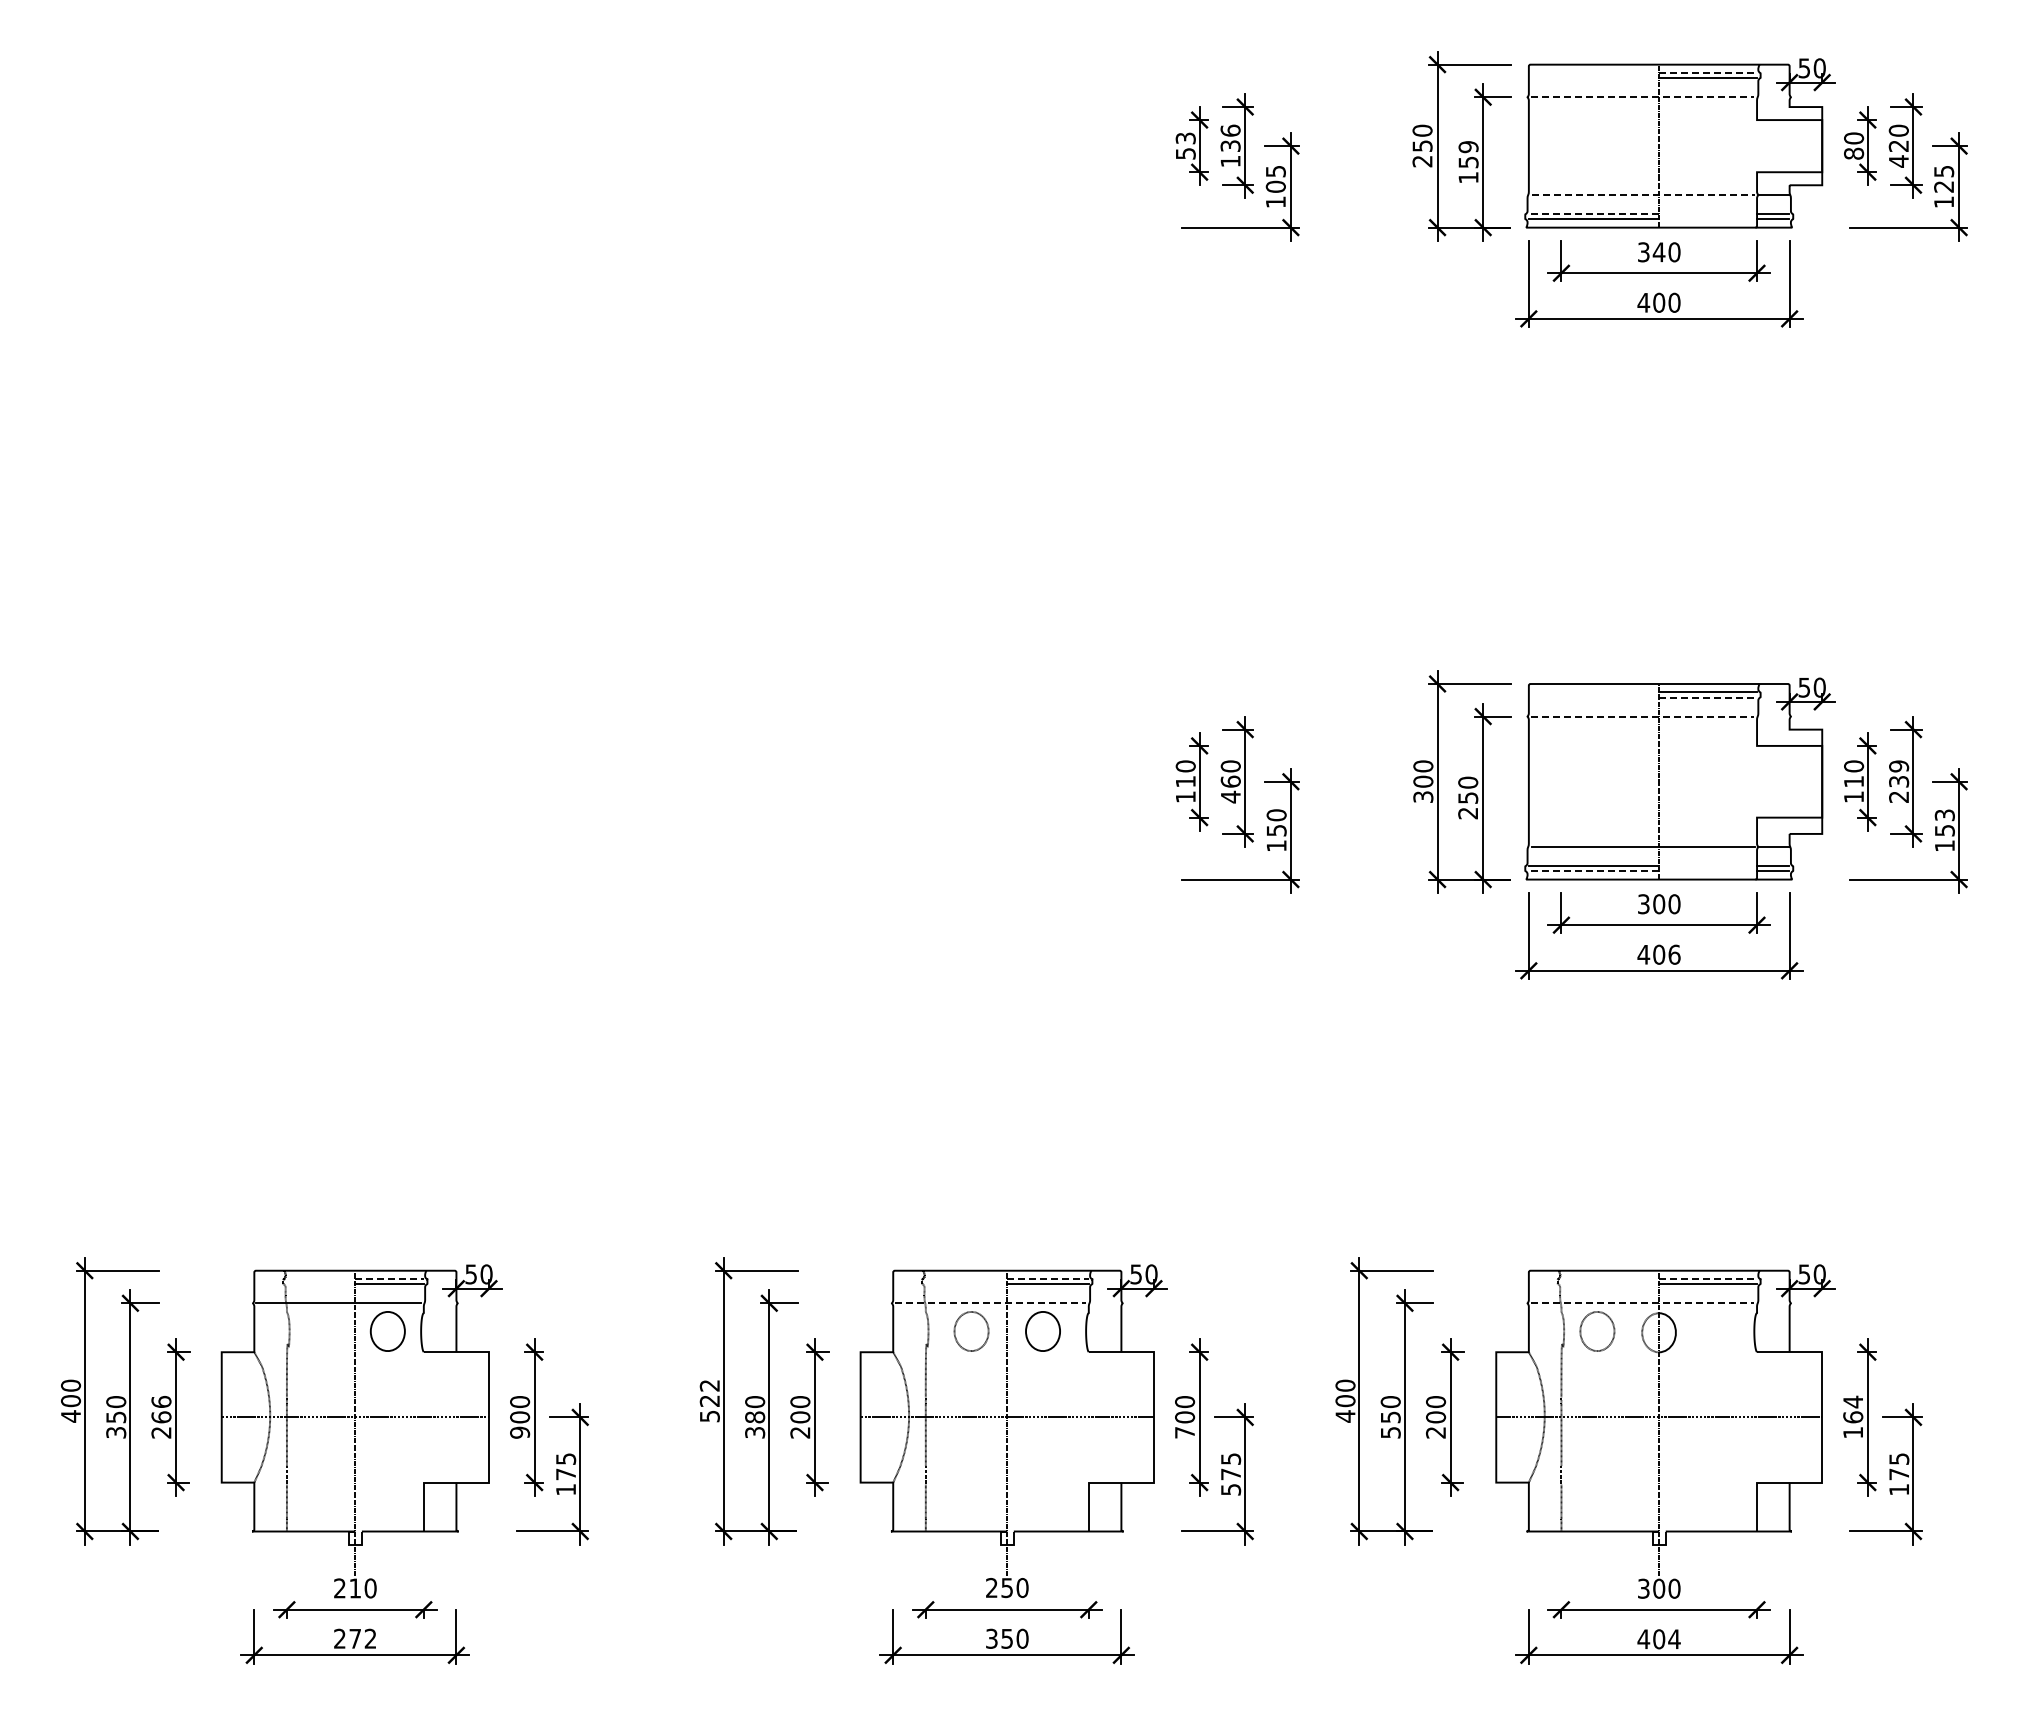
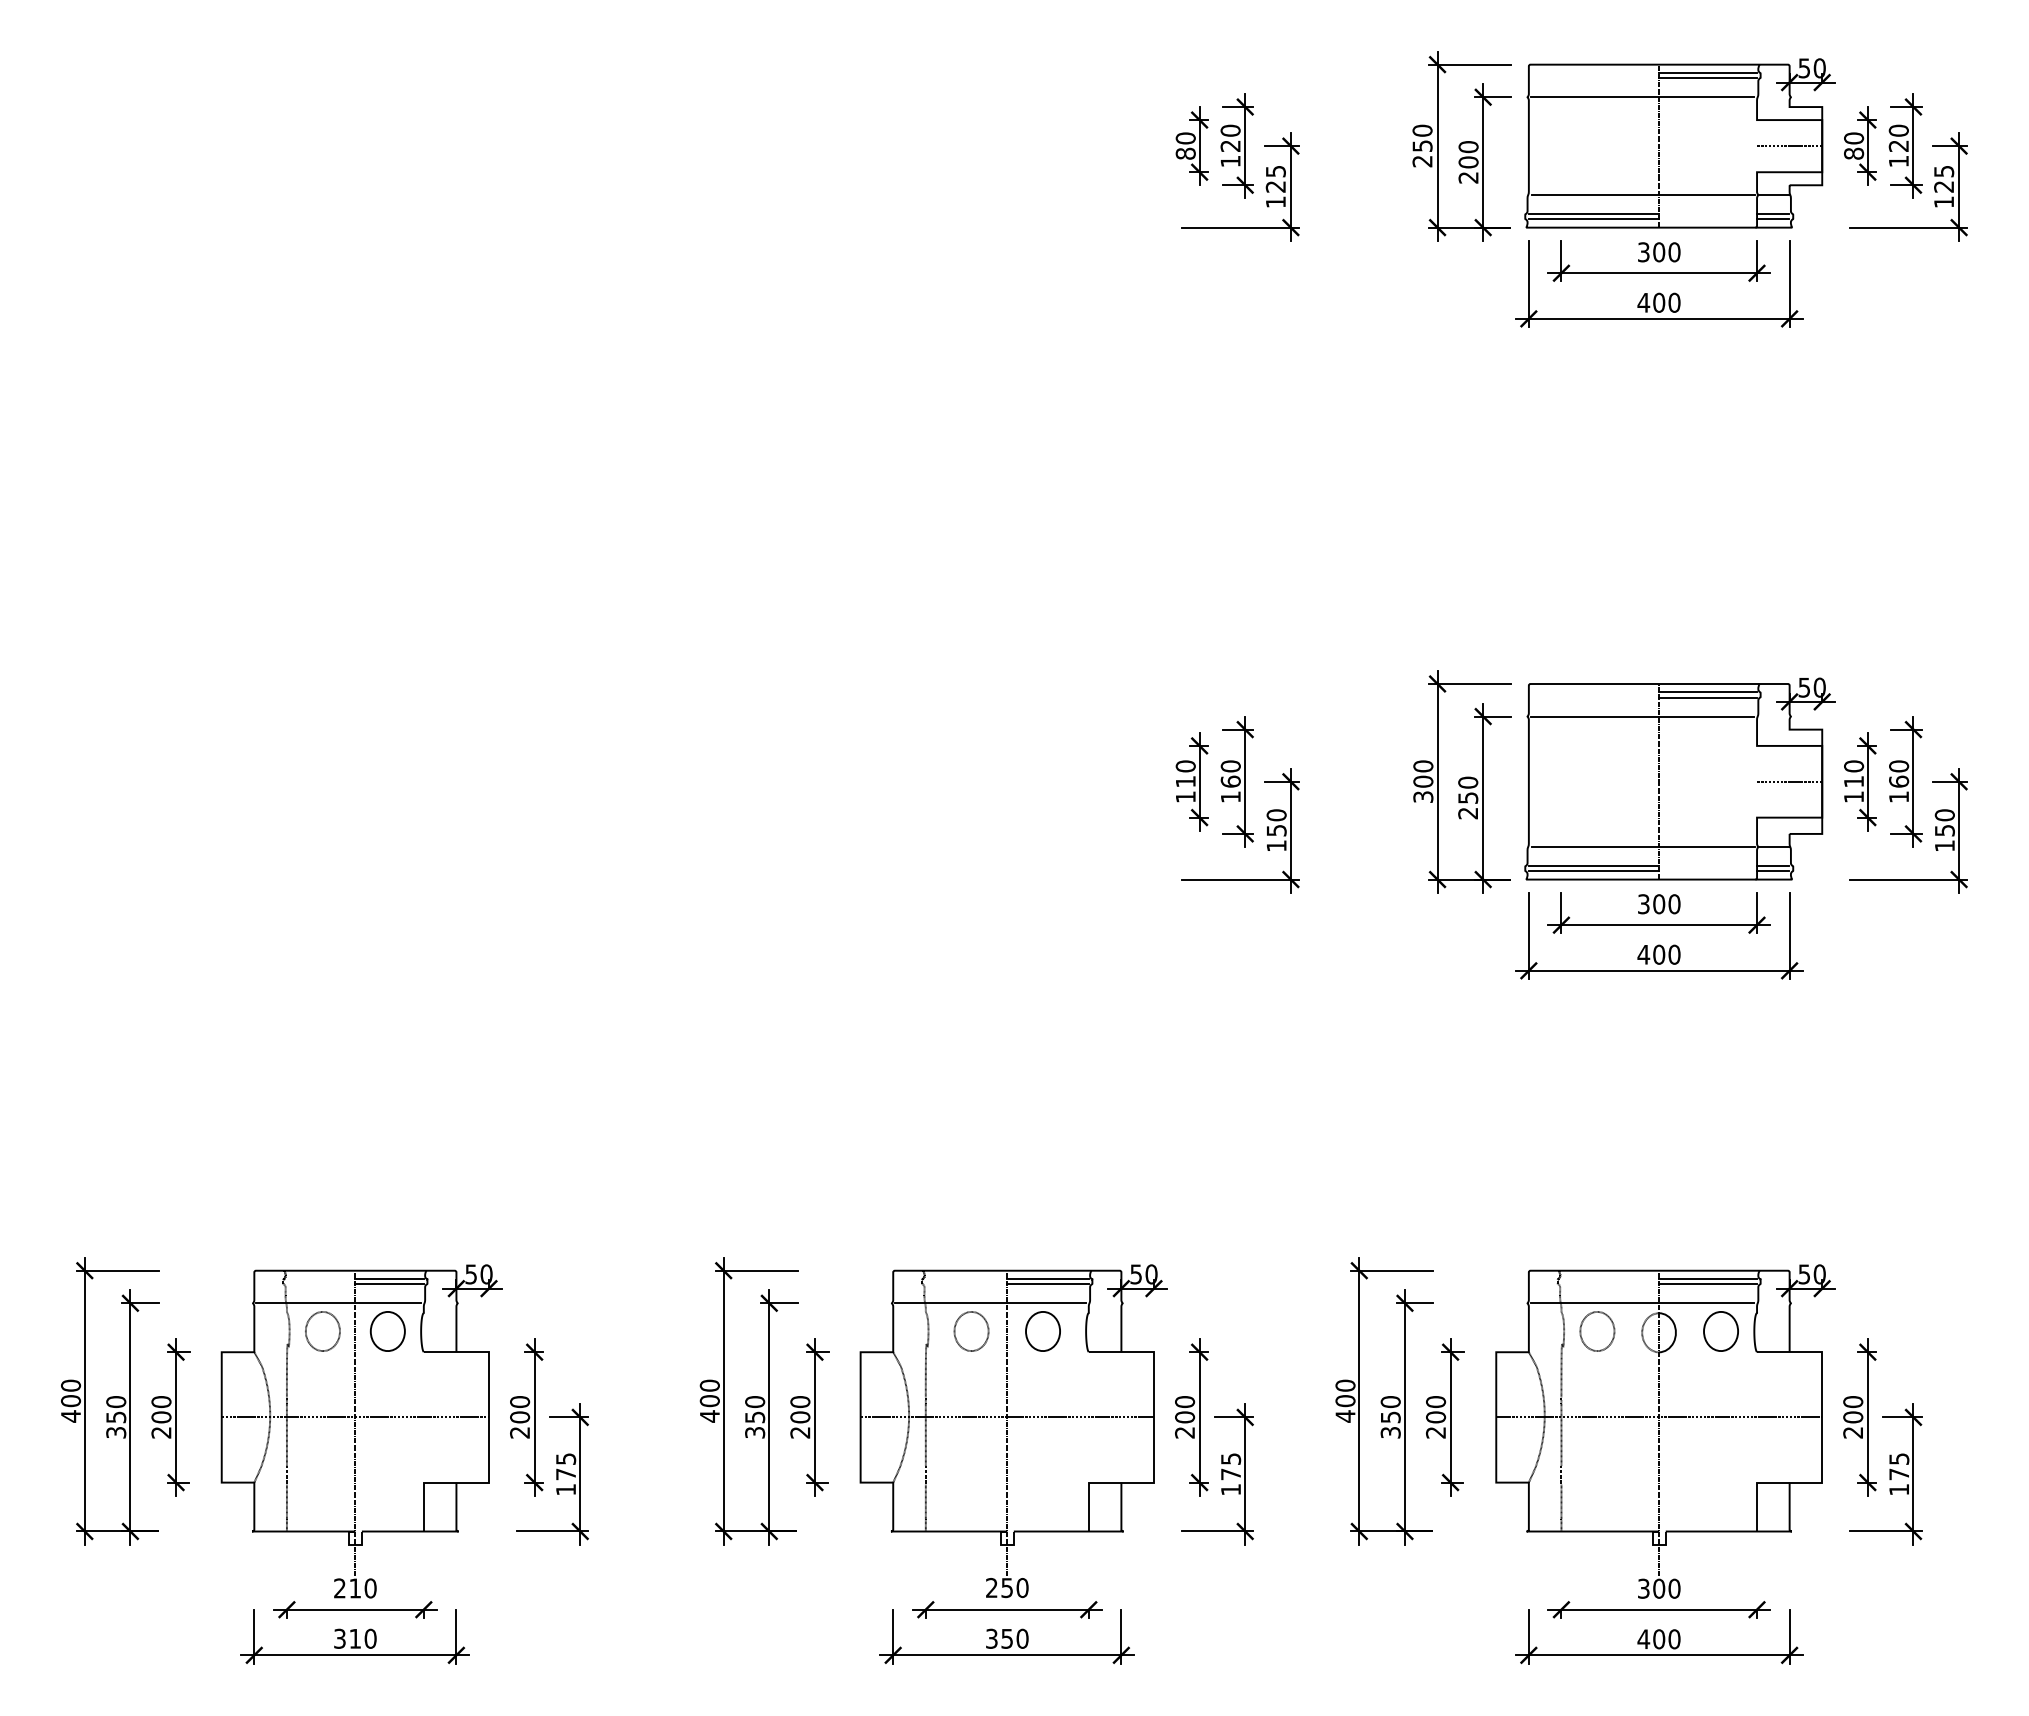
line at (1708, 72): dashed -> solid
line at (1642, 97): dashed -> solid
text at (1230, 137): 136 -> 120
text at (1185, 145): 53 -> 80
line at (1789, 146): none -> present
text at (1898, 161): 420 -> 120
text at (1468, 162): 159 -> 200
text at (1275, 186): 105 -> 125
line at (1643, 195): dashed -> solid
line at (1593, 214): dashed -> solid
text at (1658, 252): 340 -> 300
line at (1708, 697): dashed -> solid
line at (1642, 716): dashed -> solid
line at (1789, 781): none -> present
text at (1899, 781): 239 -> 160
text at (1230, 796): 460 -> 160
text at (1944, 815): 153 -> 150
line at (1593, 871): dashed -> solid
text at (1674, 954): 406 -> 400
line at (390, 1279): dashed -> solid
line at (1047, 1279): dashed -> solid
line at (1708, 1279): dashed -> solid
line at (991, 1303): dashed -> solid
line at (1642, 1303): dashed -> solid
part at (322, 1331): none -> present
part at (1720, 1331): none -> present
text at (709, 1400): 522 -> 400
text at (161, 1409): 266 -> 200
text at (1853, 1416): 164 -> 200
text at (755, 1417): 380 -> 350
text at (520, 1432): 900 -> 200
text at (1184, 1432): 700 -> 200
text at (1390, 1432): 550 -> 350
text at (1231, 1489): 575 -> 175
text at (355, 1638): 272 -> 310
text at (1674, 1639): 404 -> 400
